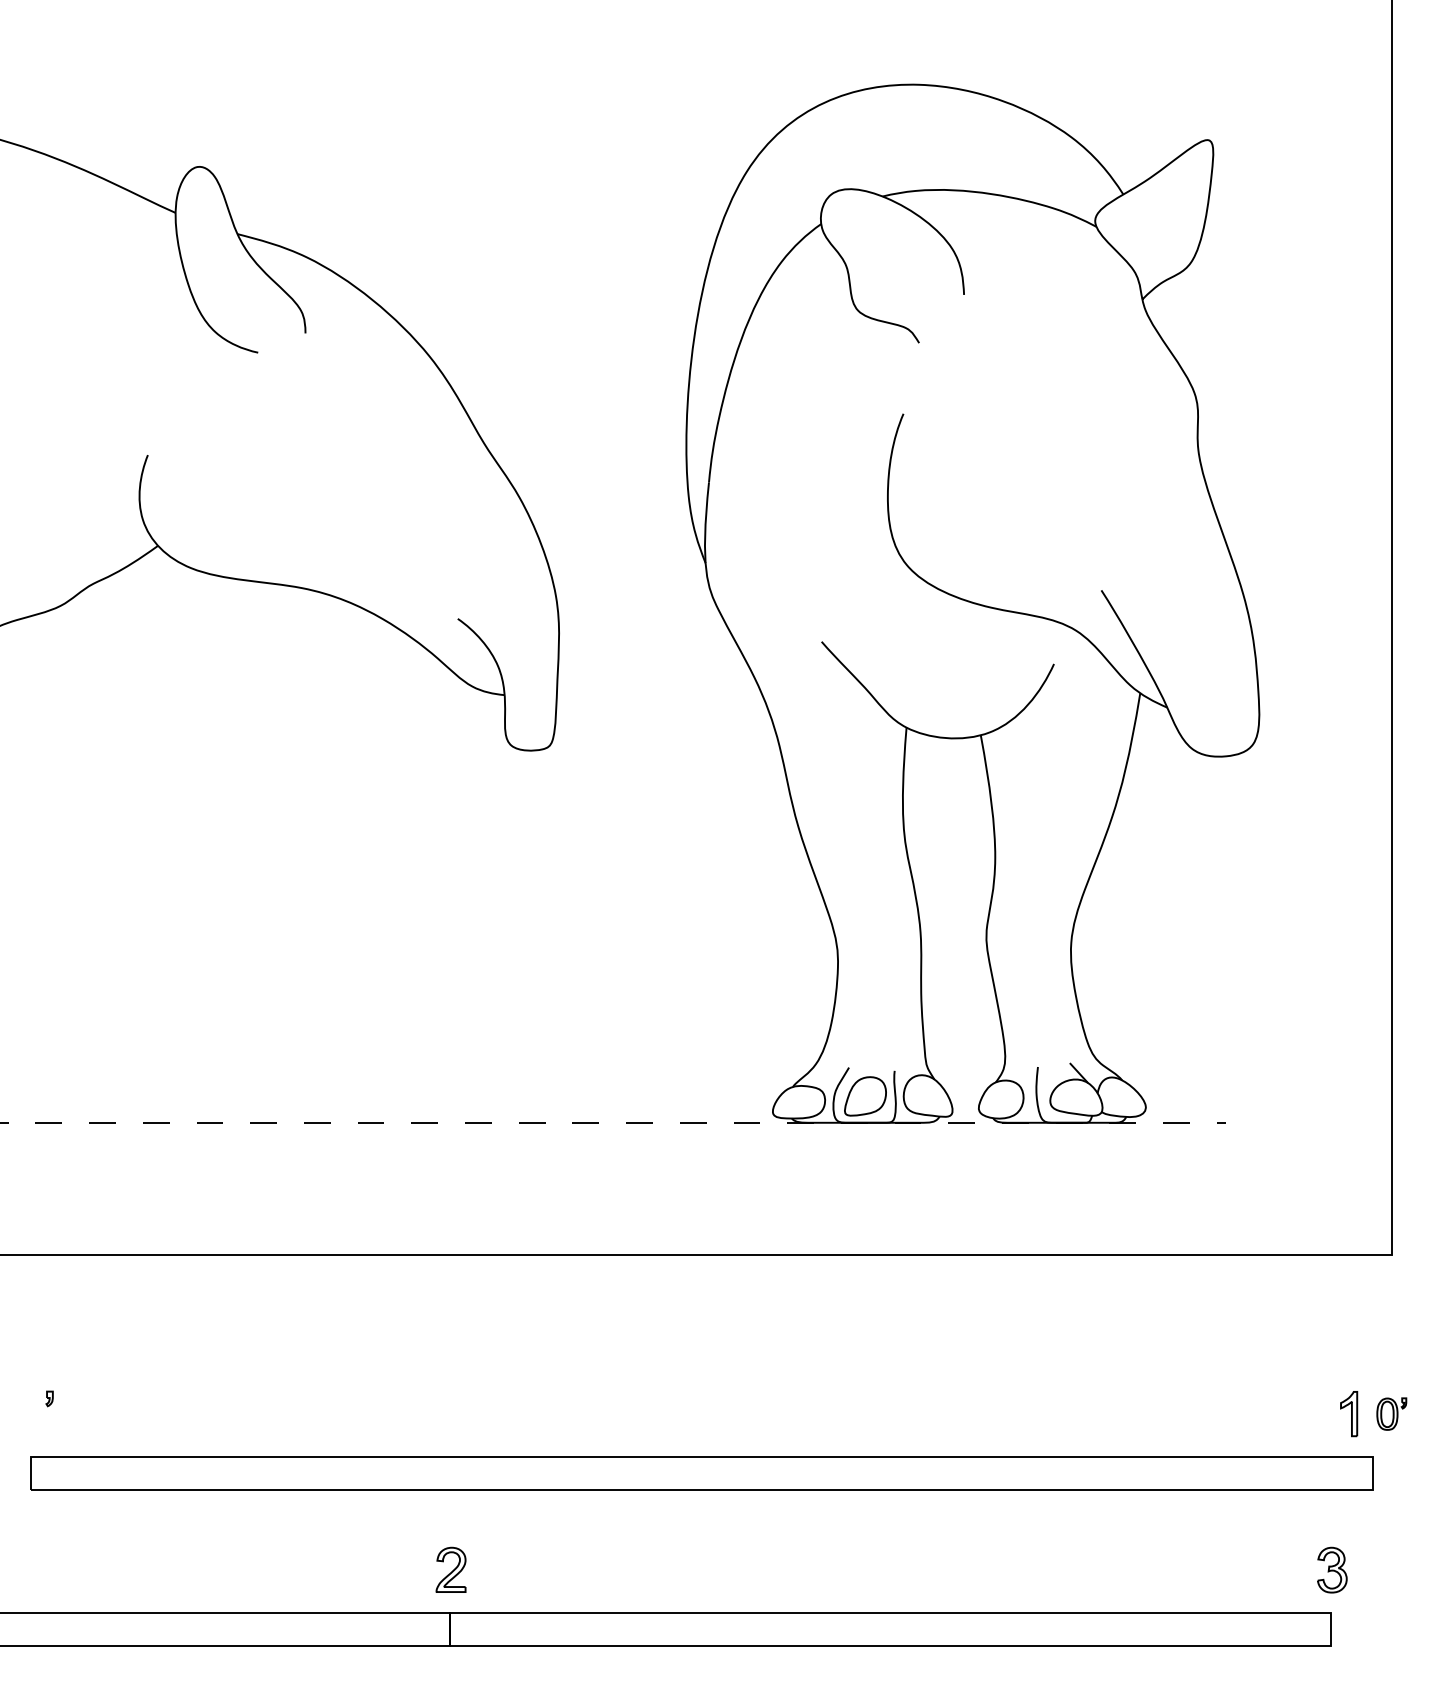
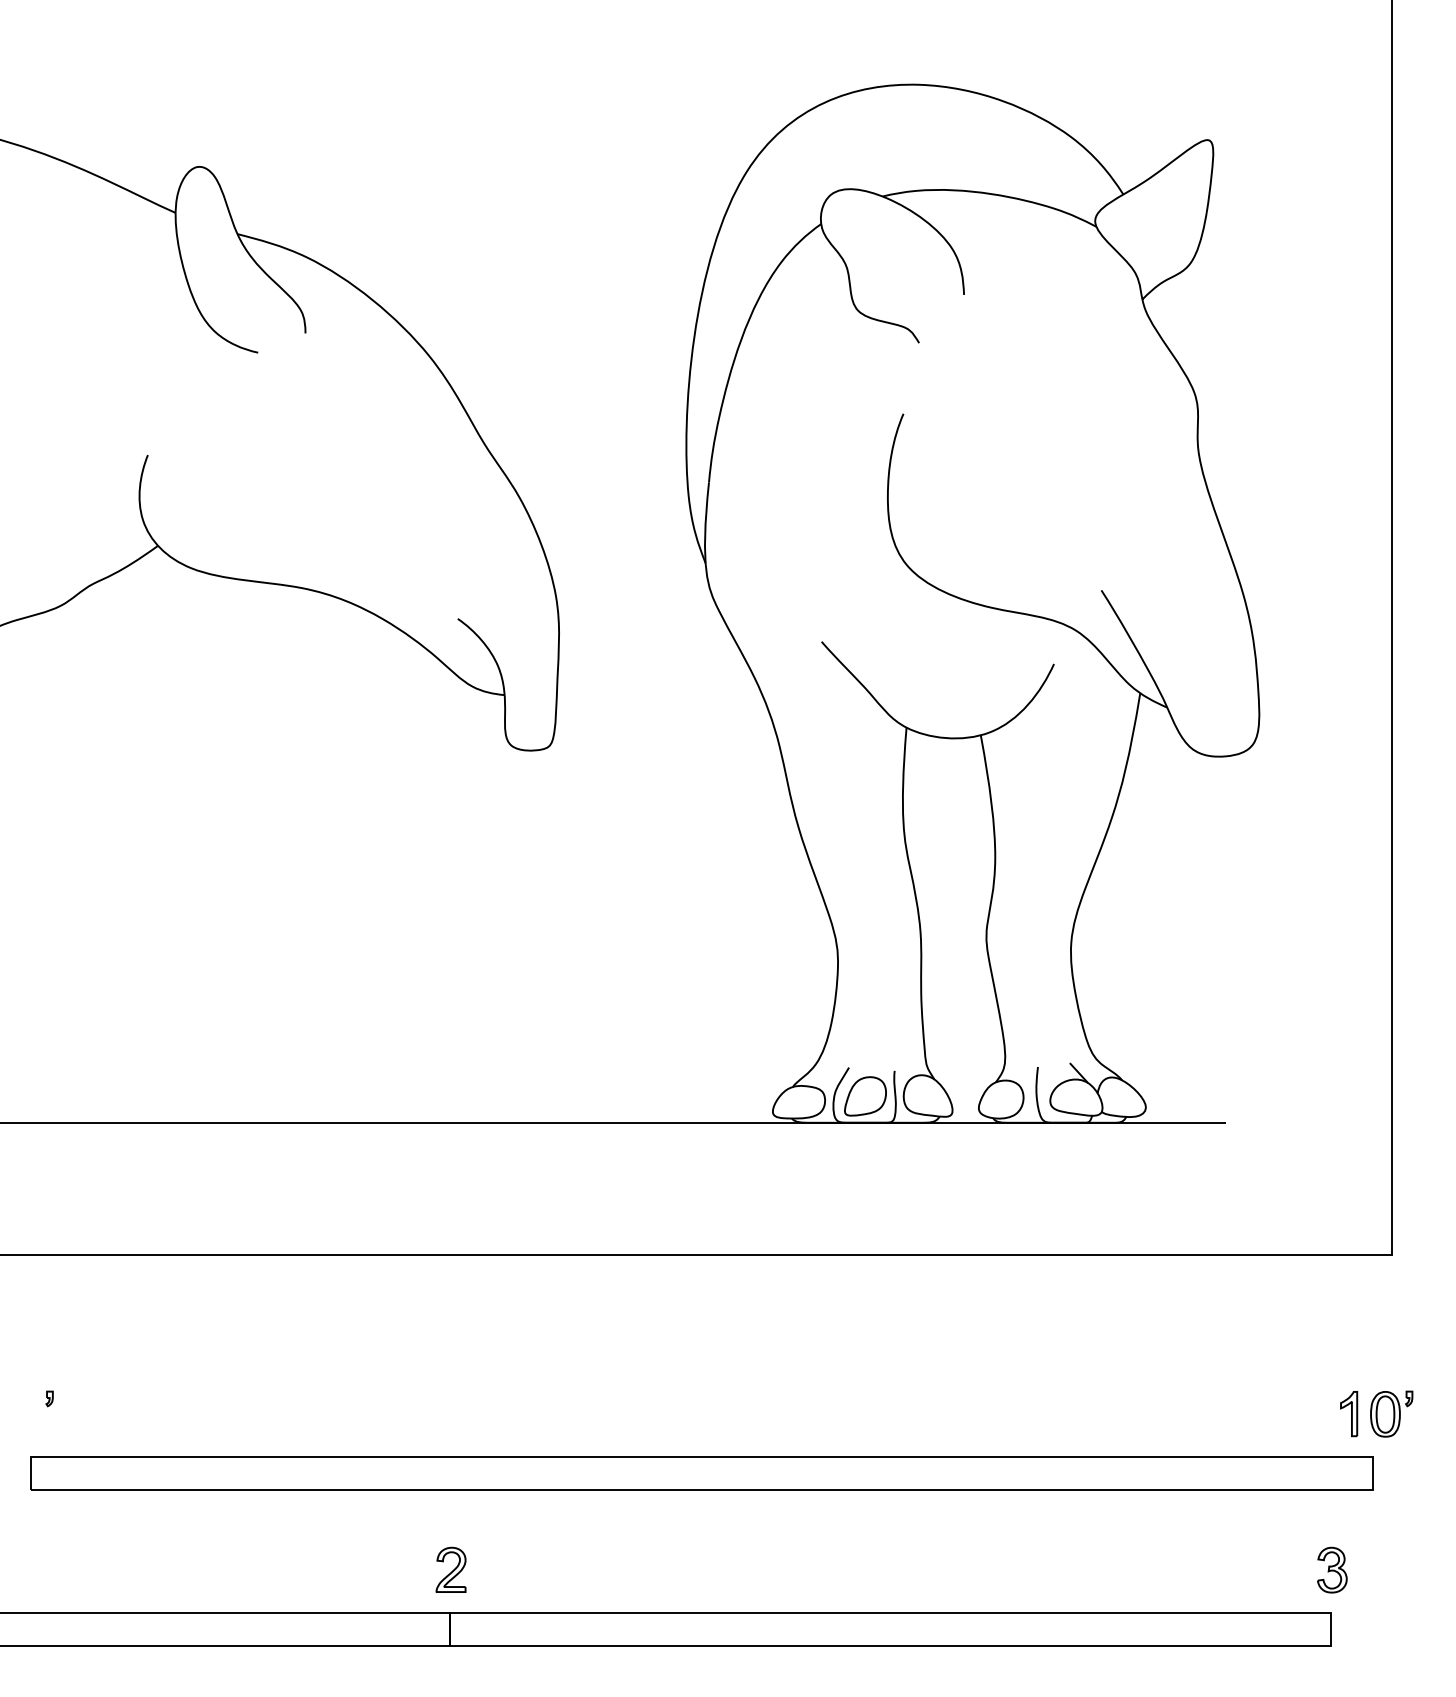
line at (613, 1122): dashed -> solid
part at (1391, 1413) size: 32x34 px -> 44x48 px
